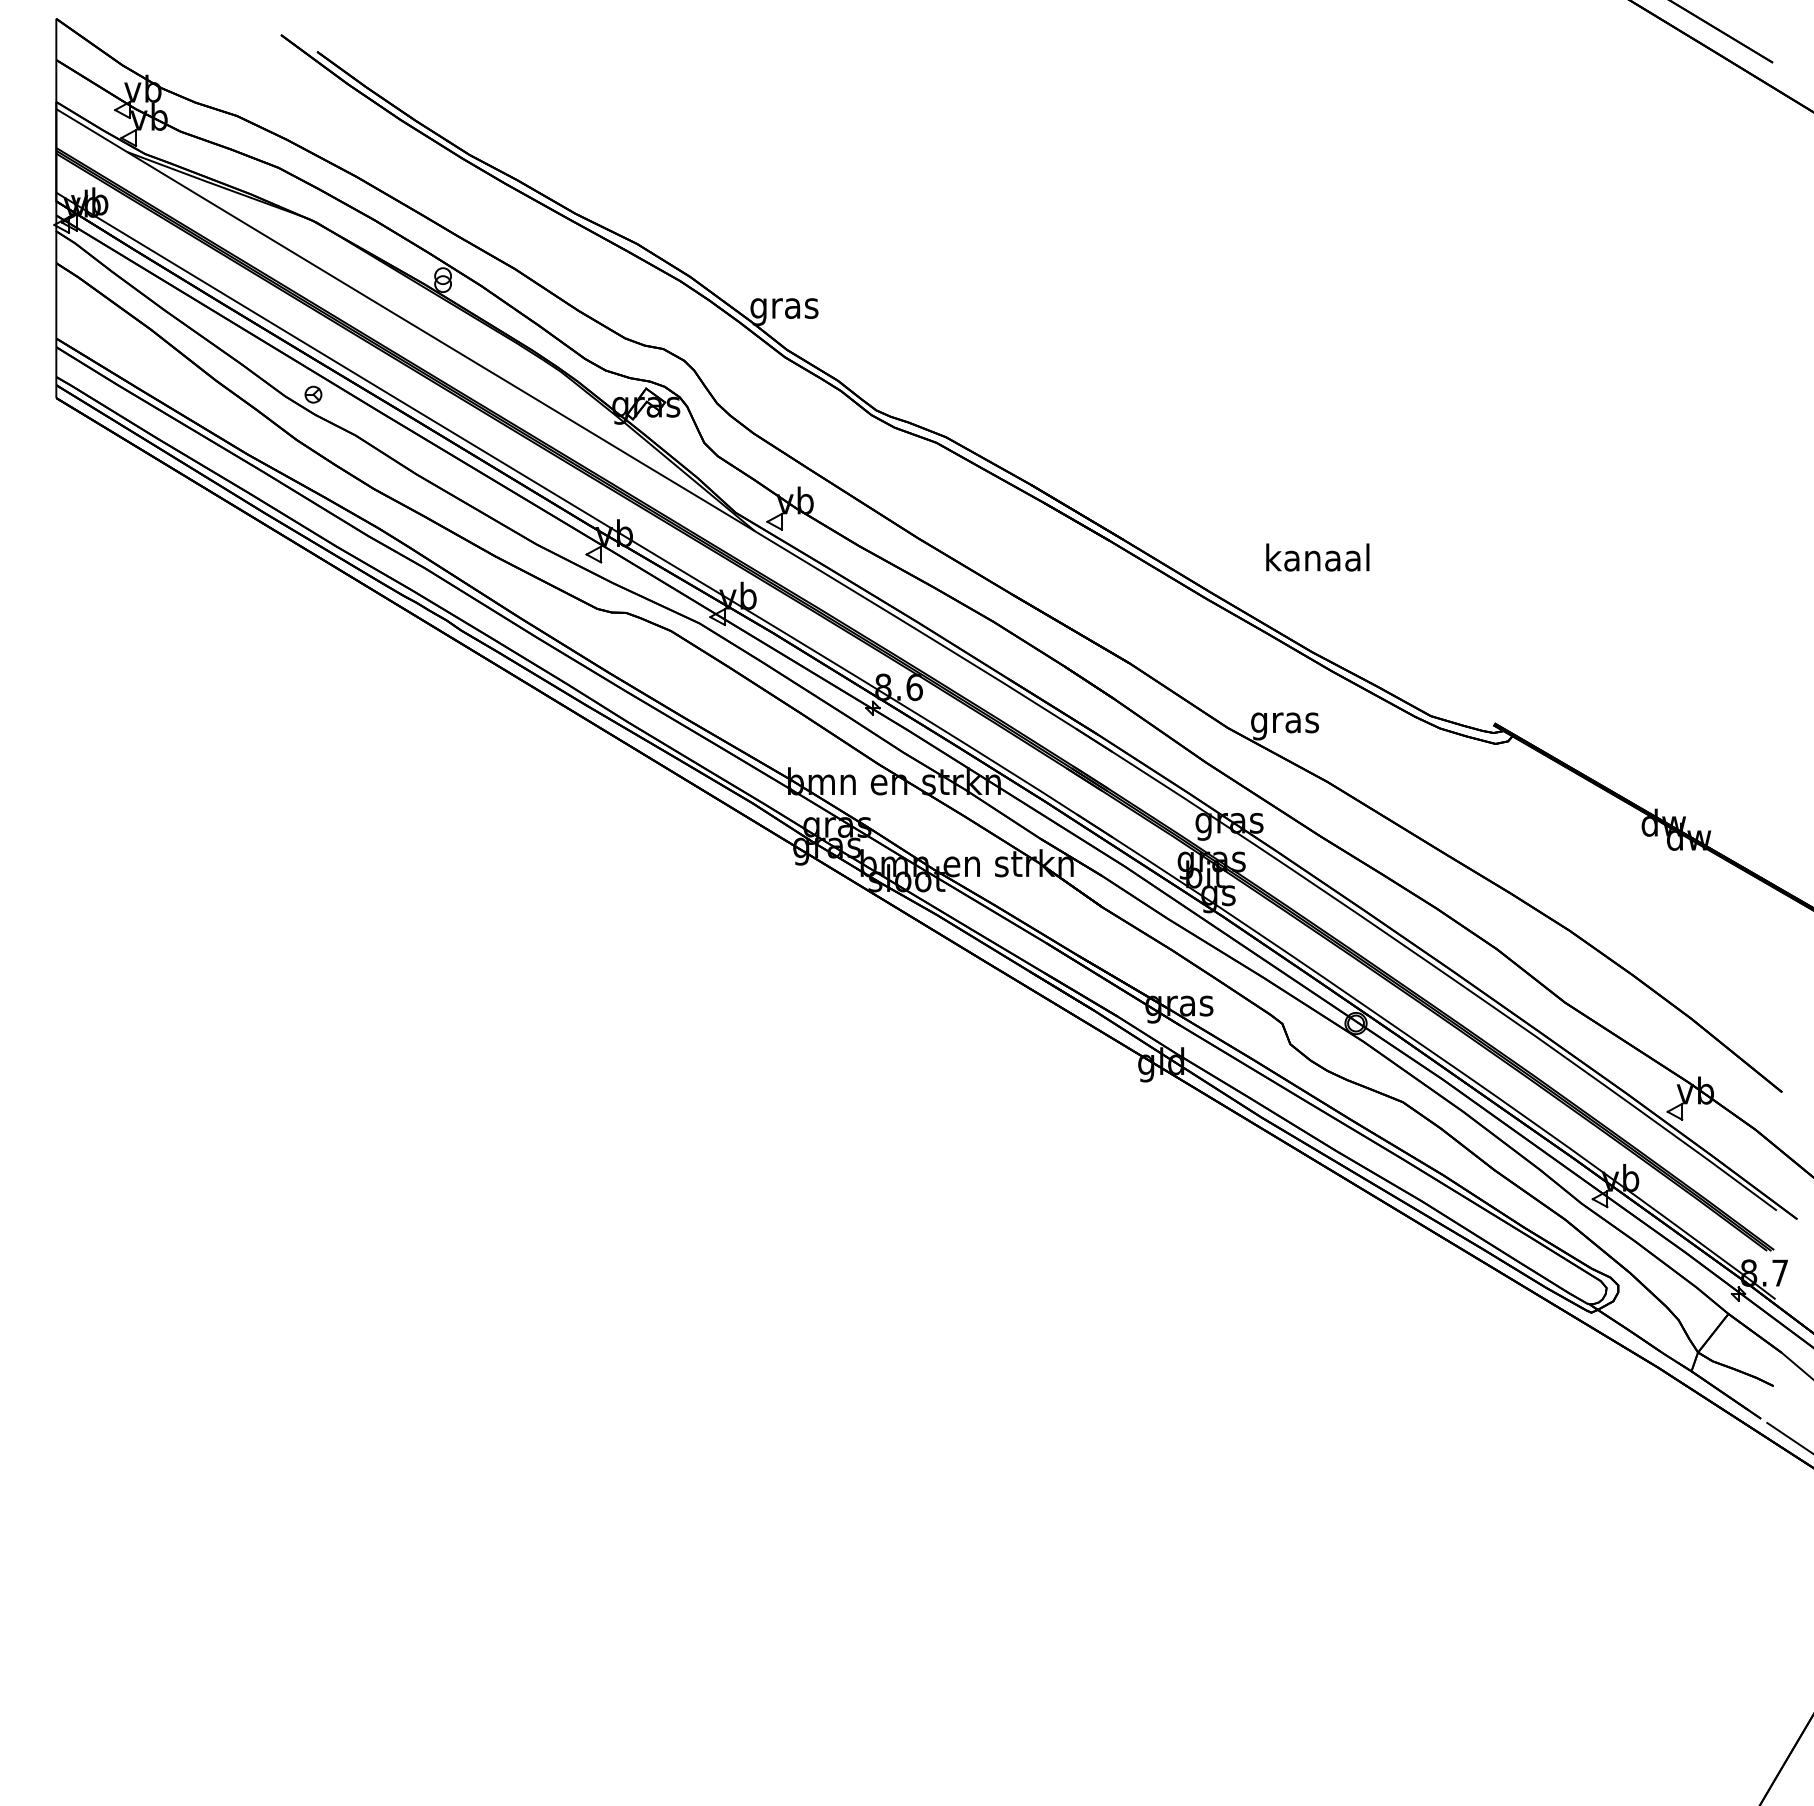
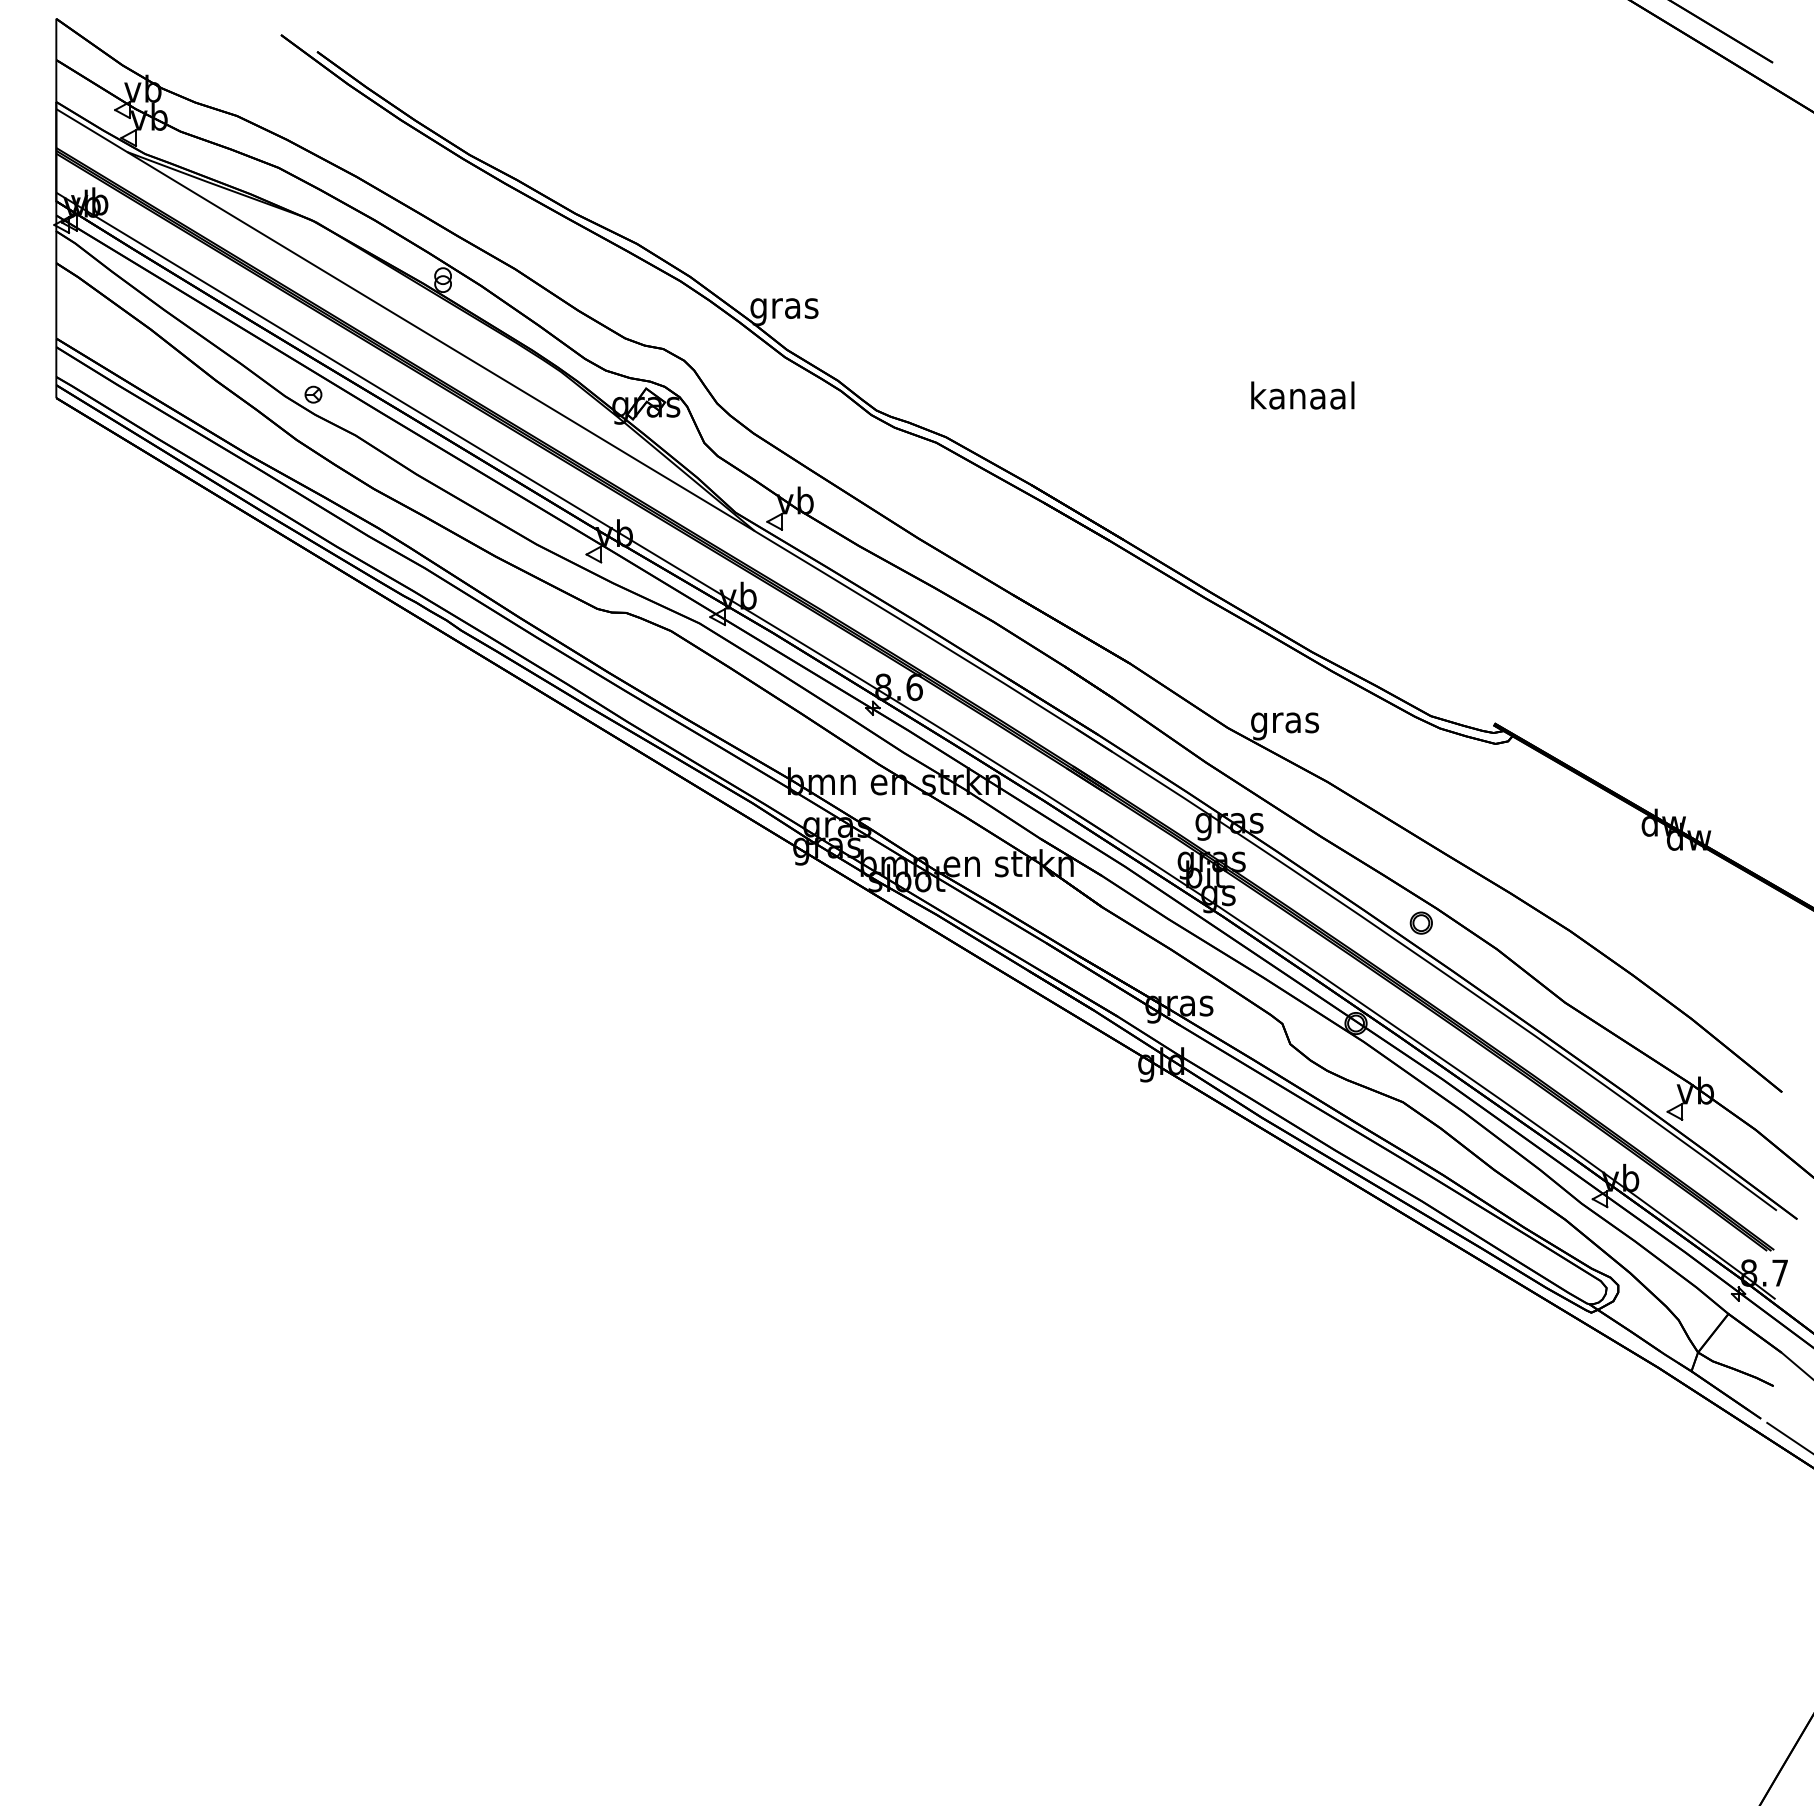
text at (1317, 557) position: (1317, 557) -> (1302, 395)
part at (1420, 922): none -> present
